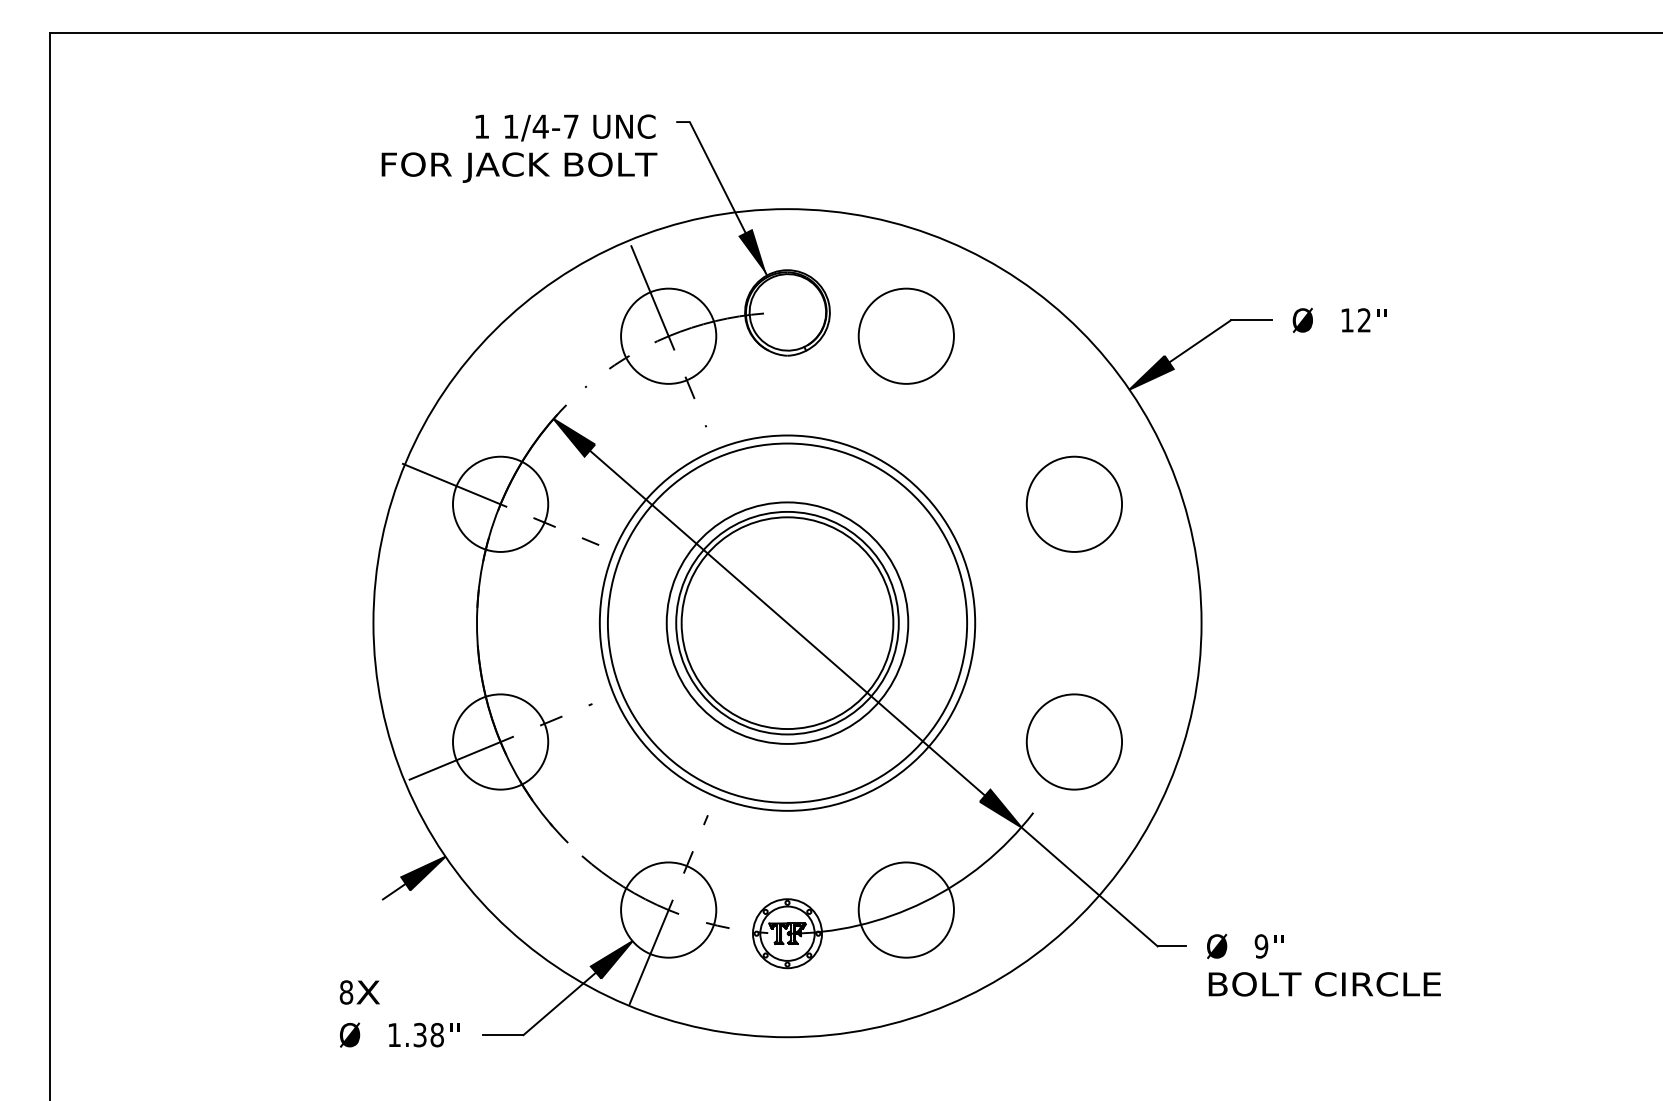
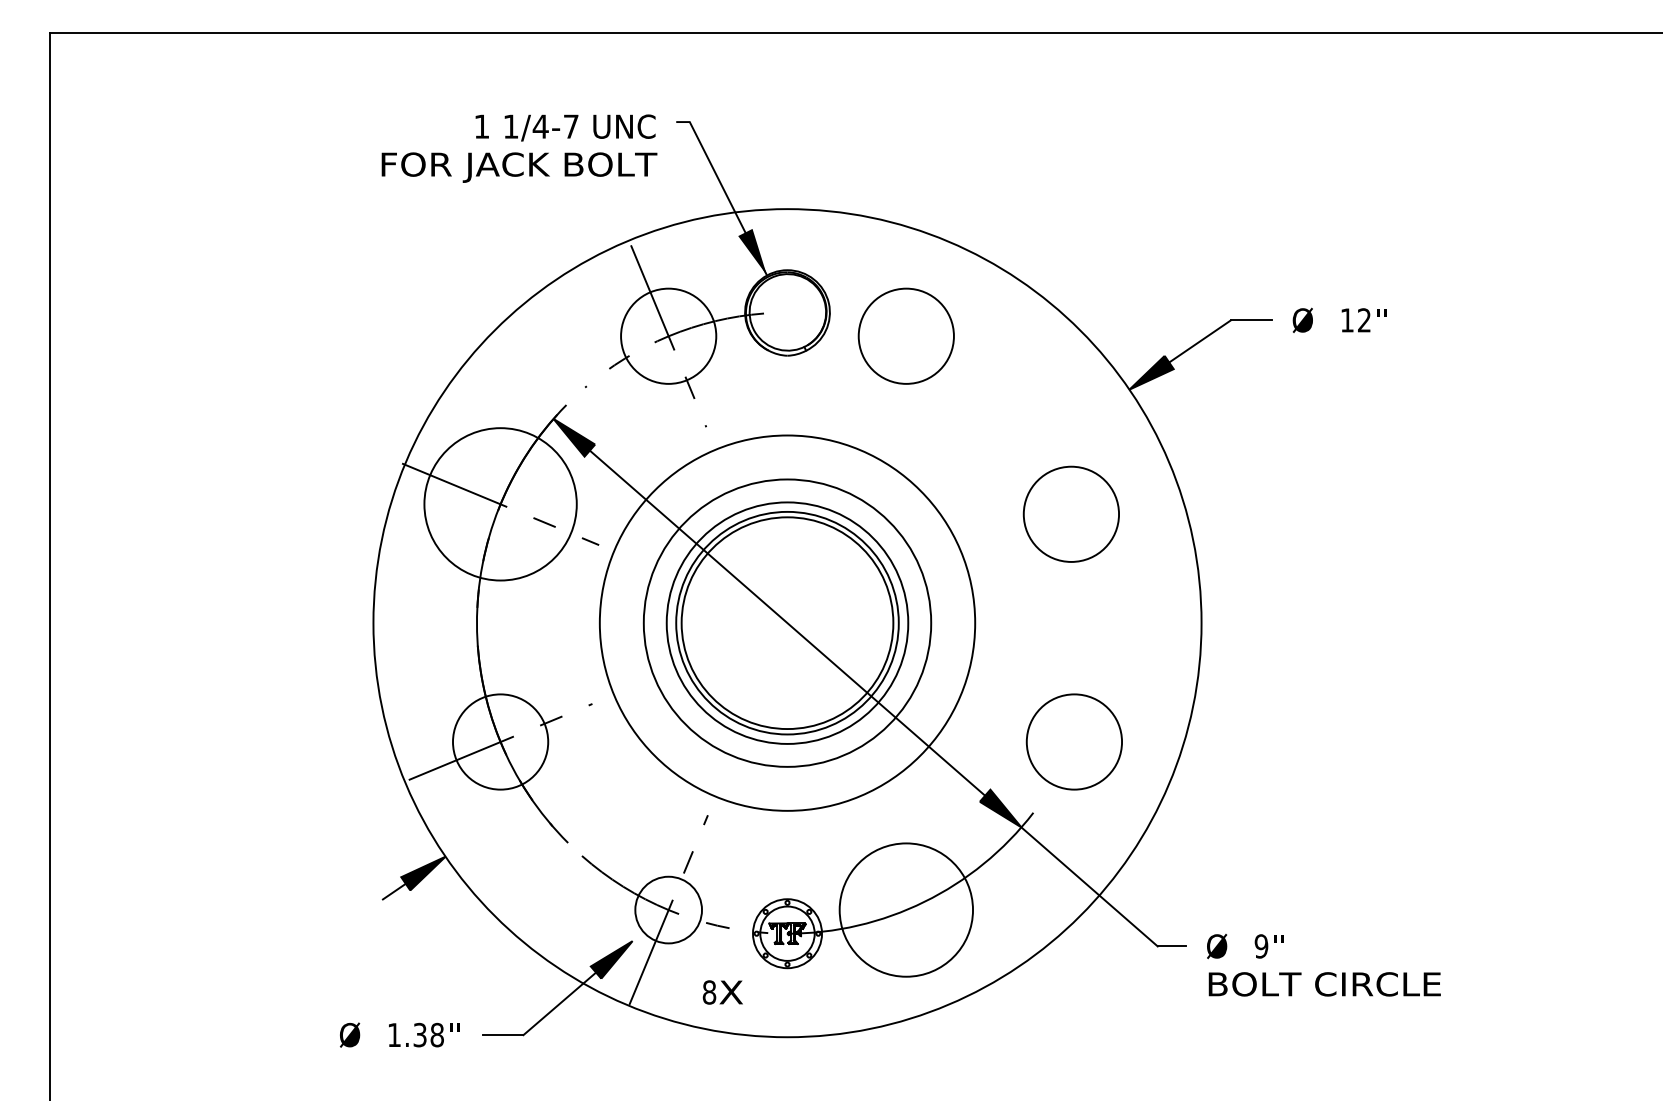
circle at (500, 503) diameter: 95 px -> 152 px
circle at (1073, 503) position: (1073, 503) -> (1070, 513)
circle at (787, 622) diameter: 359 px -> 287 px
circle at (668, 909) diameter: 95 px -> 67 px
circle at (905, 909) diameter: 95 px -> 133 px
text at (359, 992) position: (359, 992) -> (722, 992)
